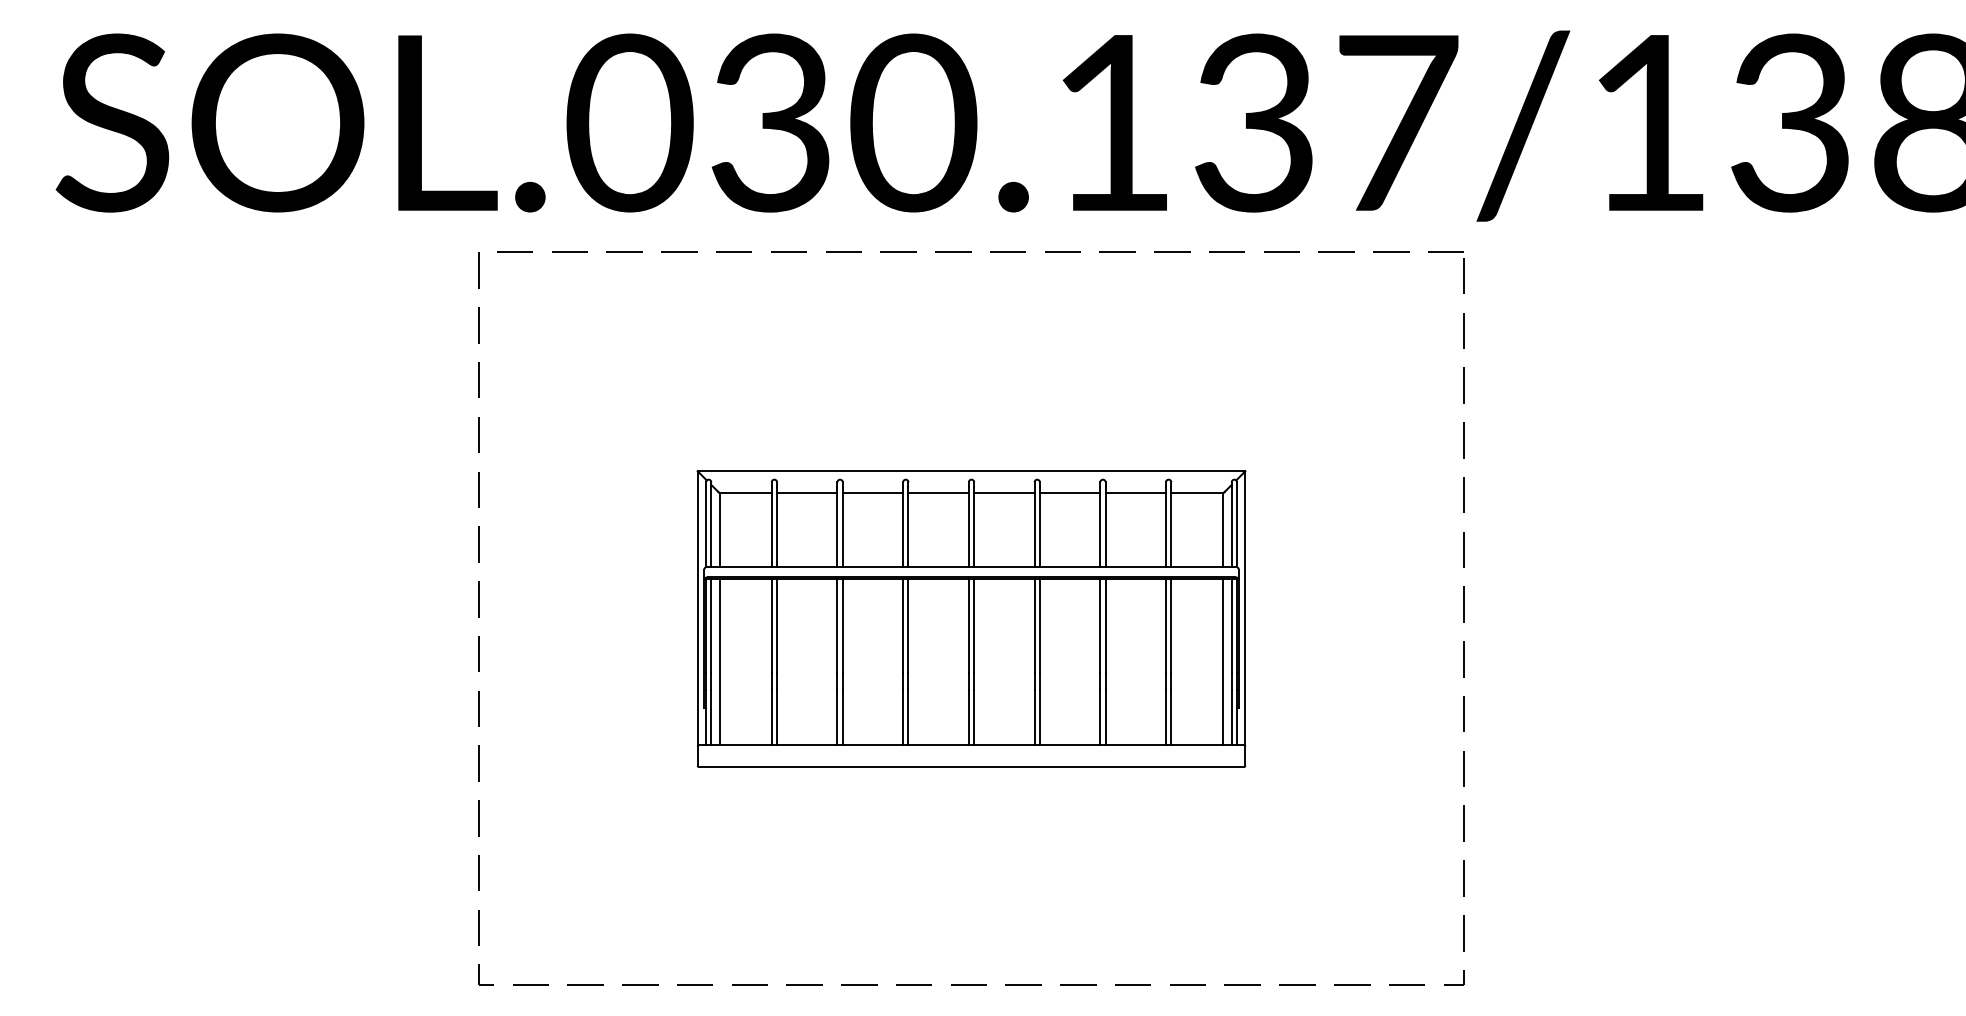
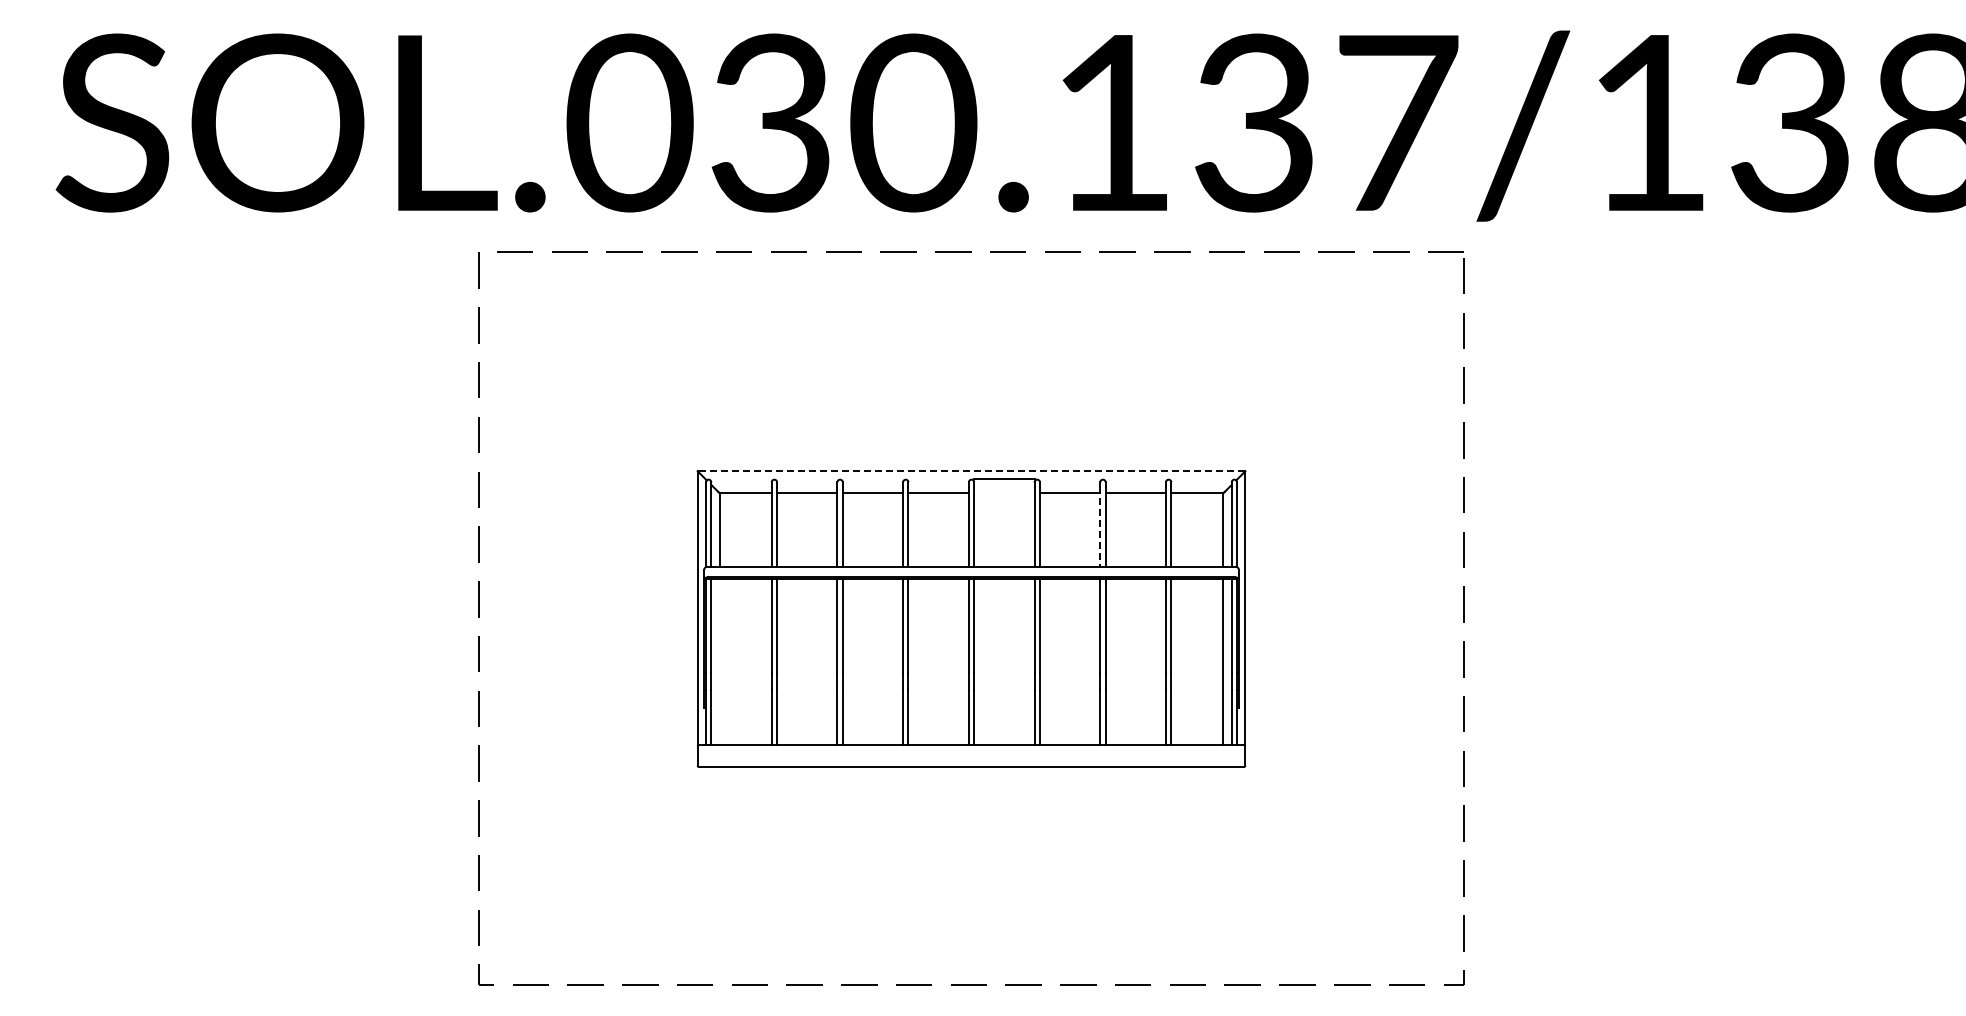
line at (971, 471): solid -> dashed
line at (1004, 493) position: (1004, 493) -> (1004, 479)
line at (1100, 527): solid -> dashed
line at (719, 661): present -> none
